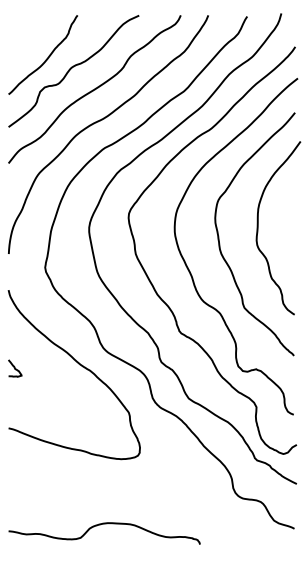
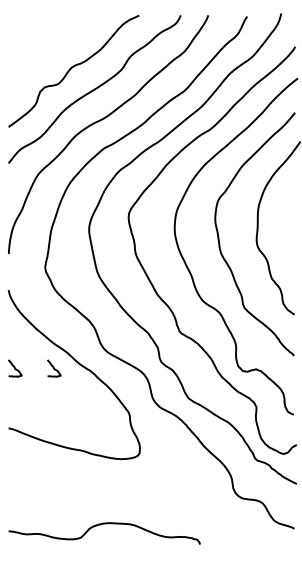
curve at (46, 58): present -> none
curve at (54, 368): none -> present
